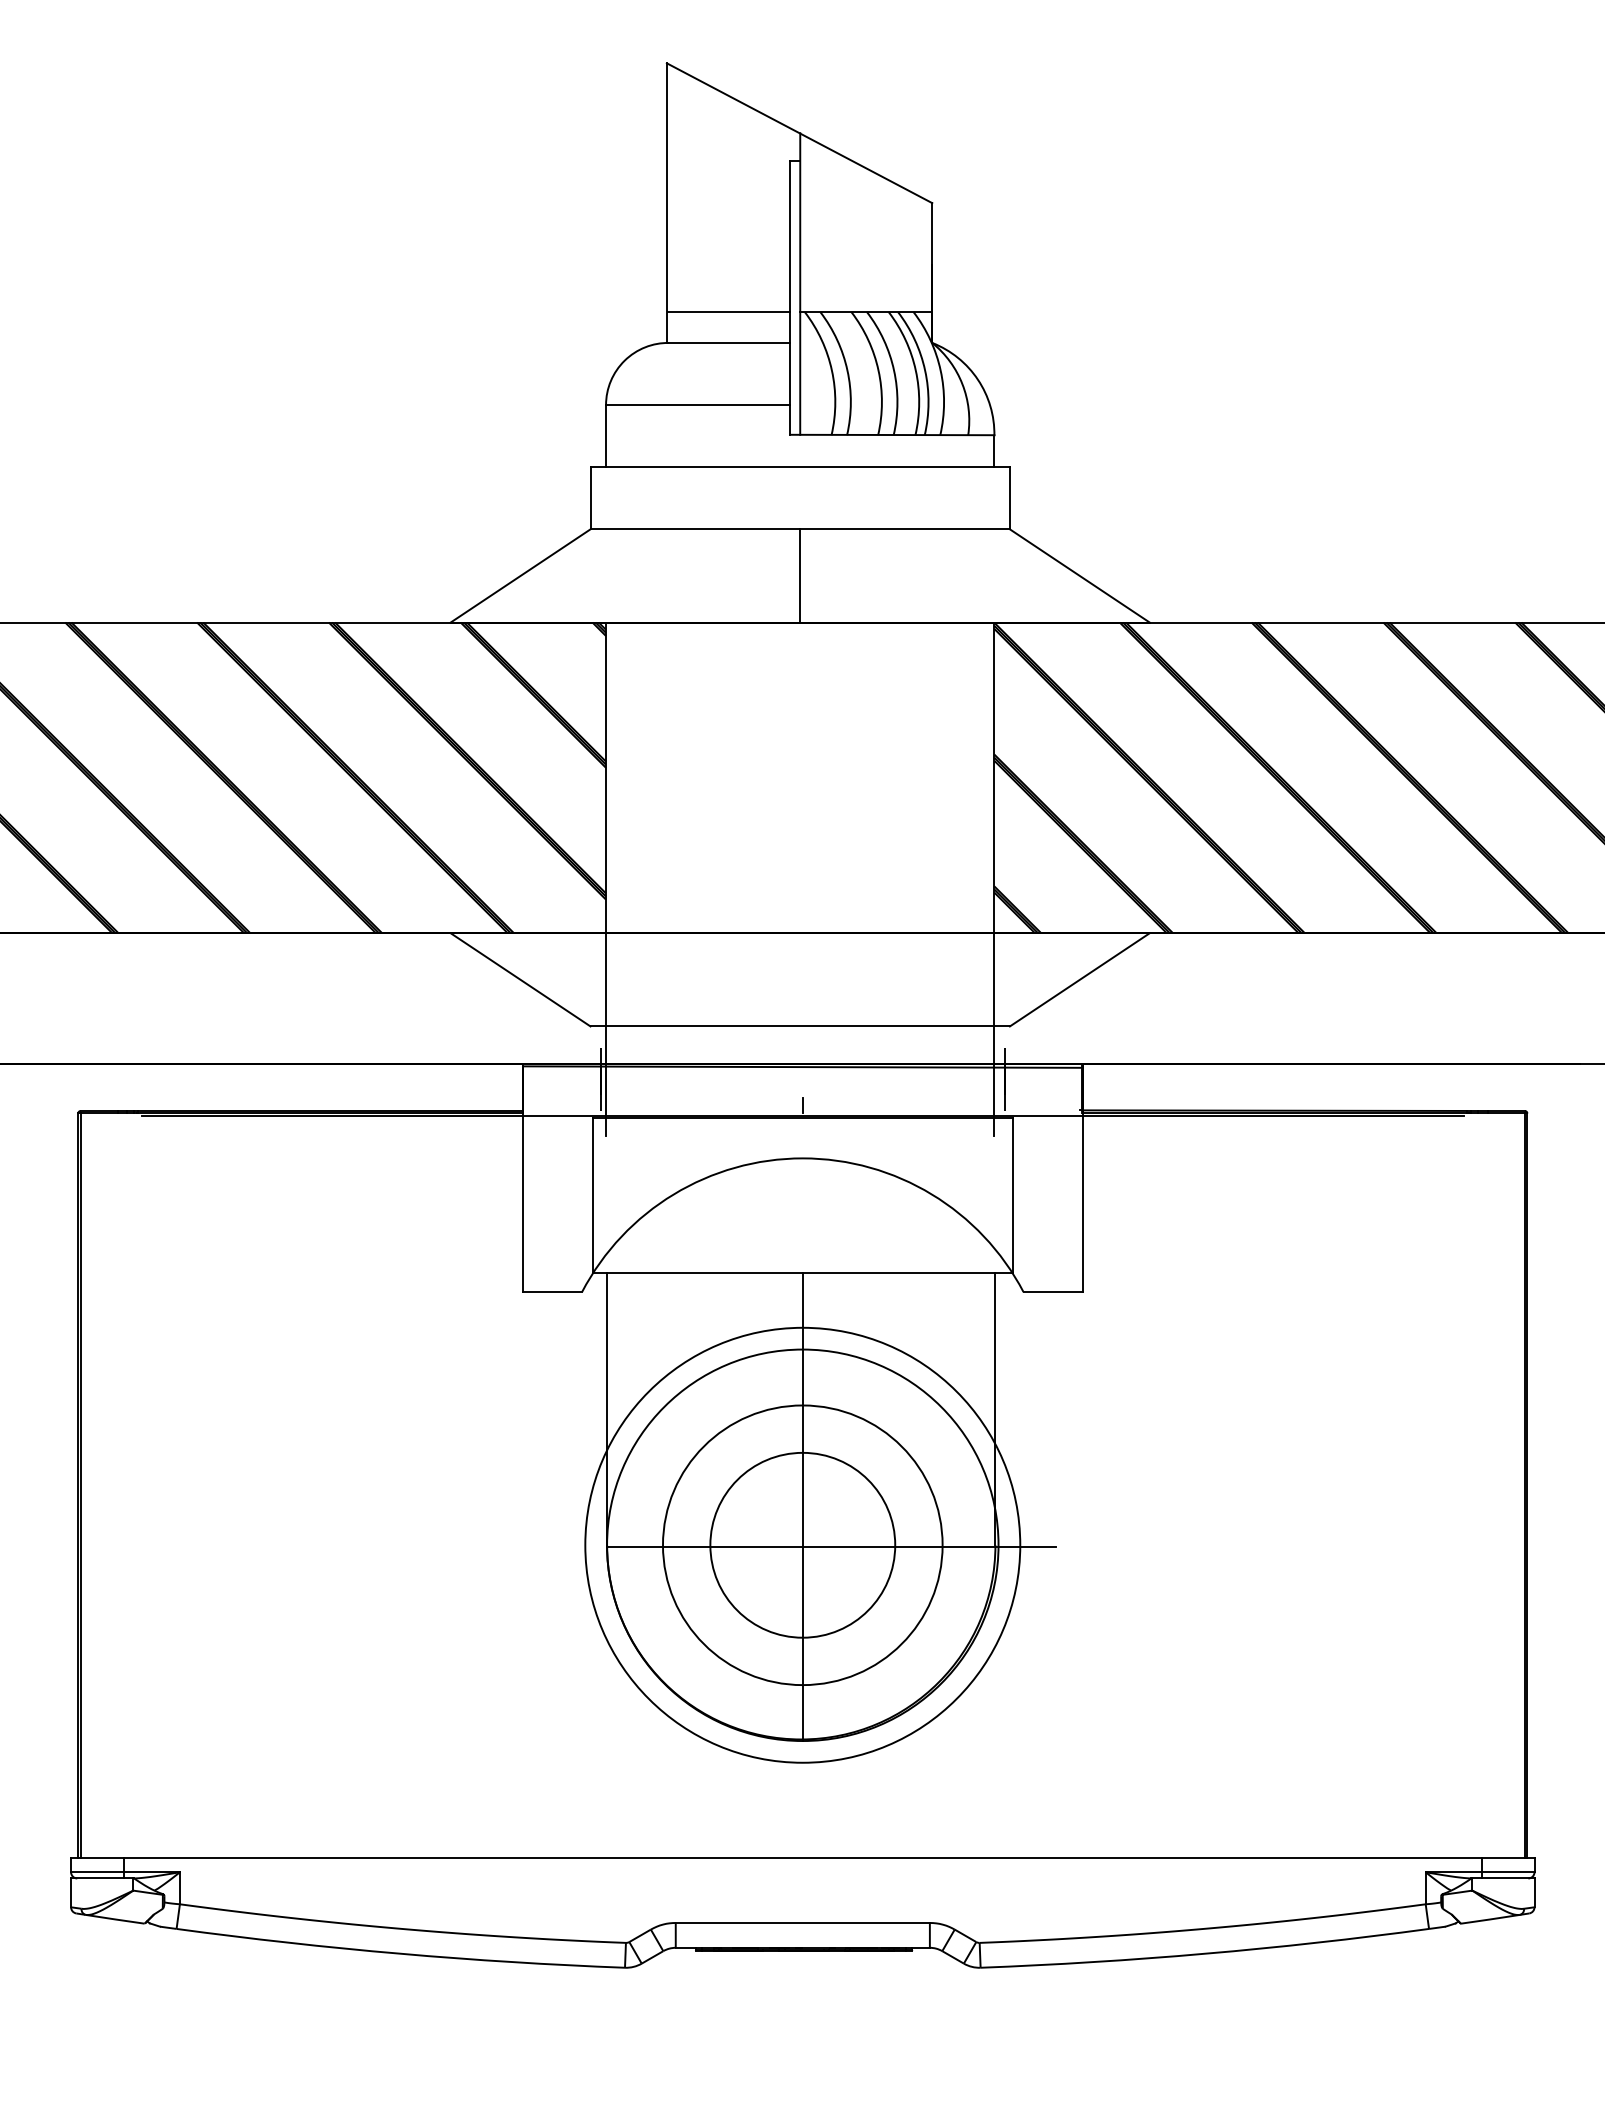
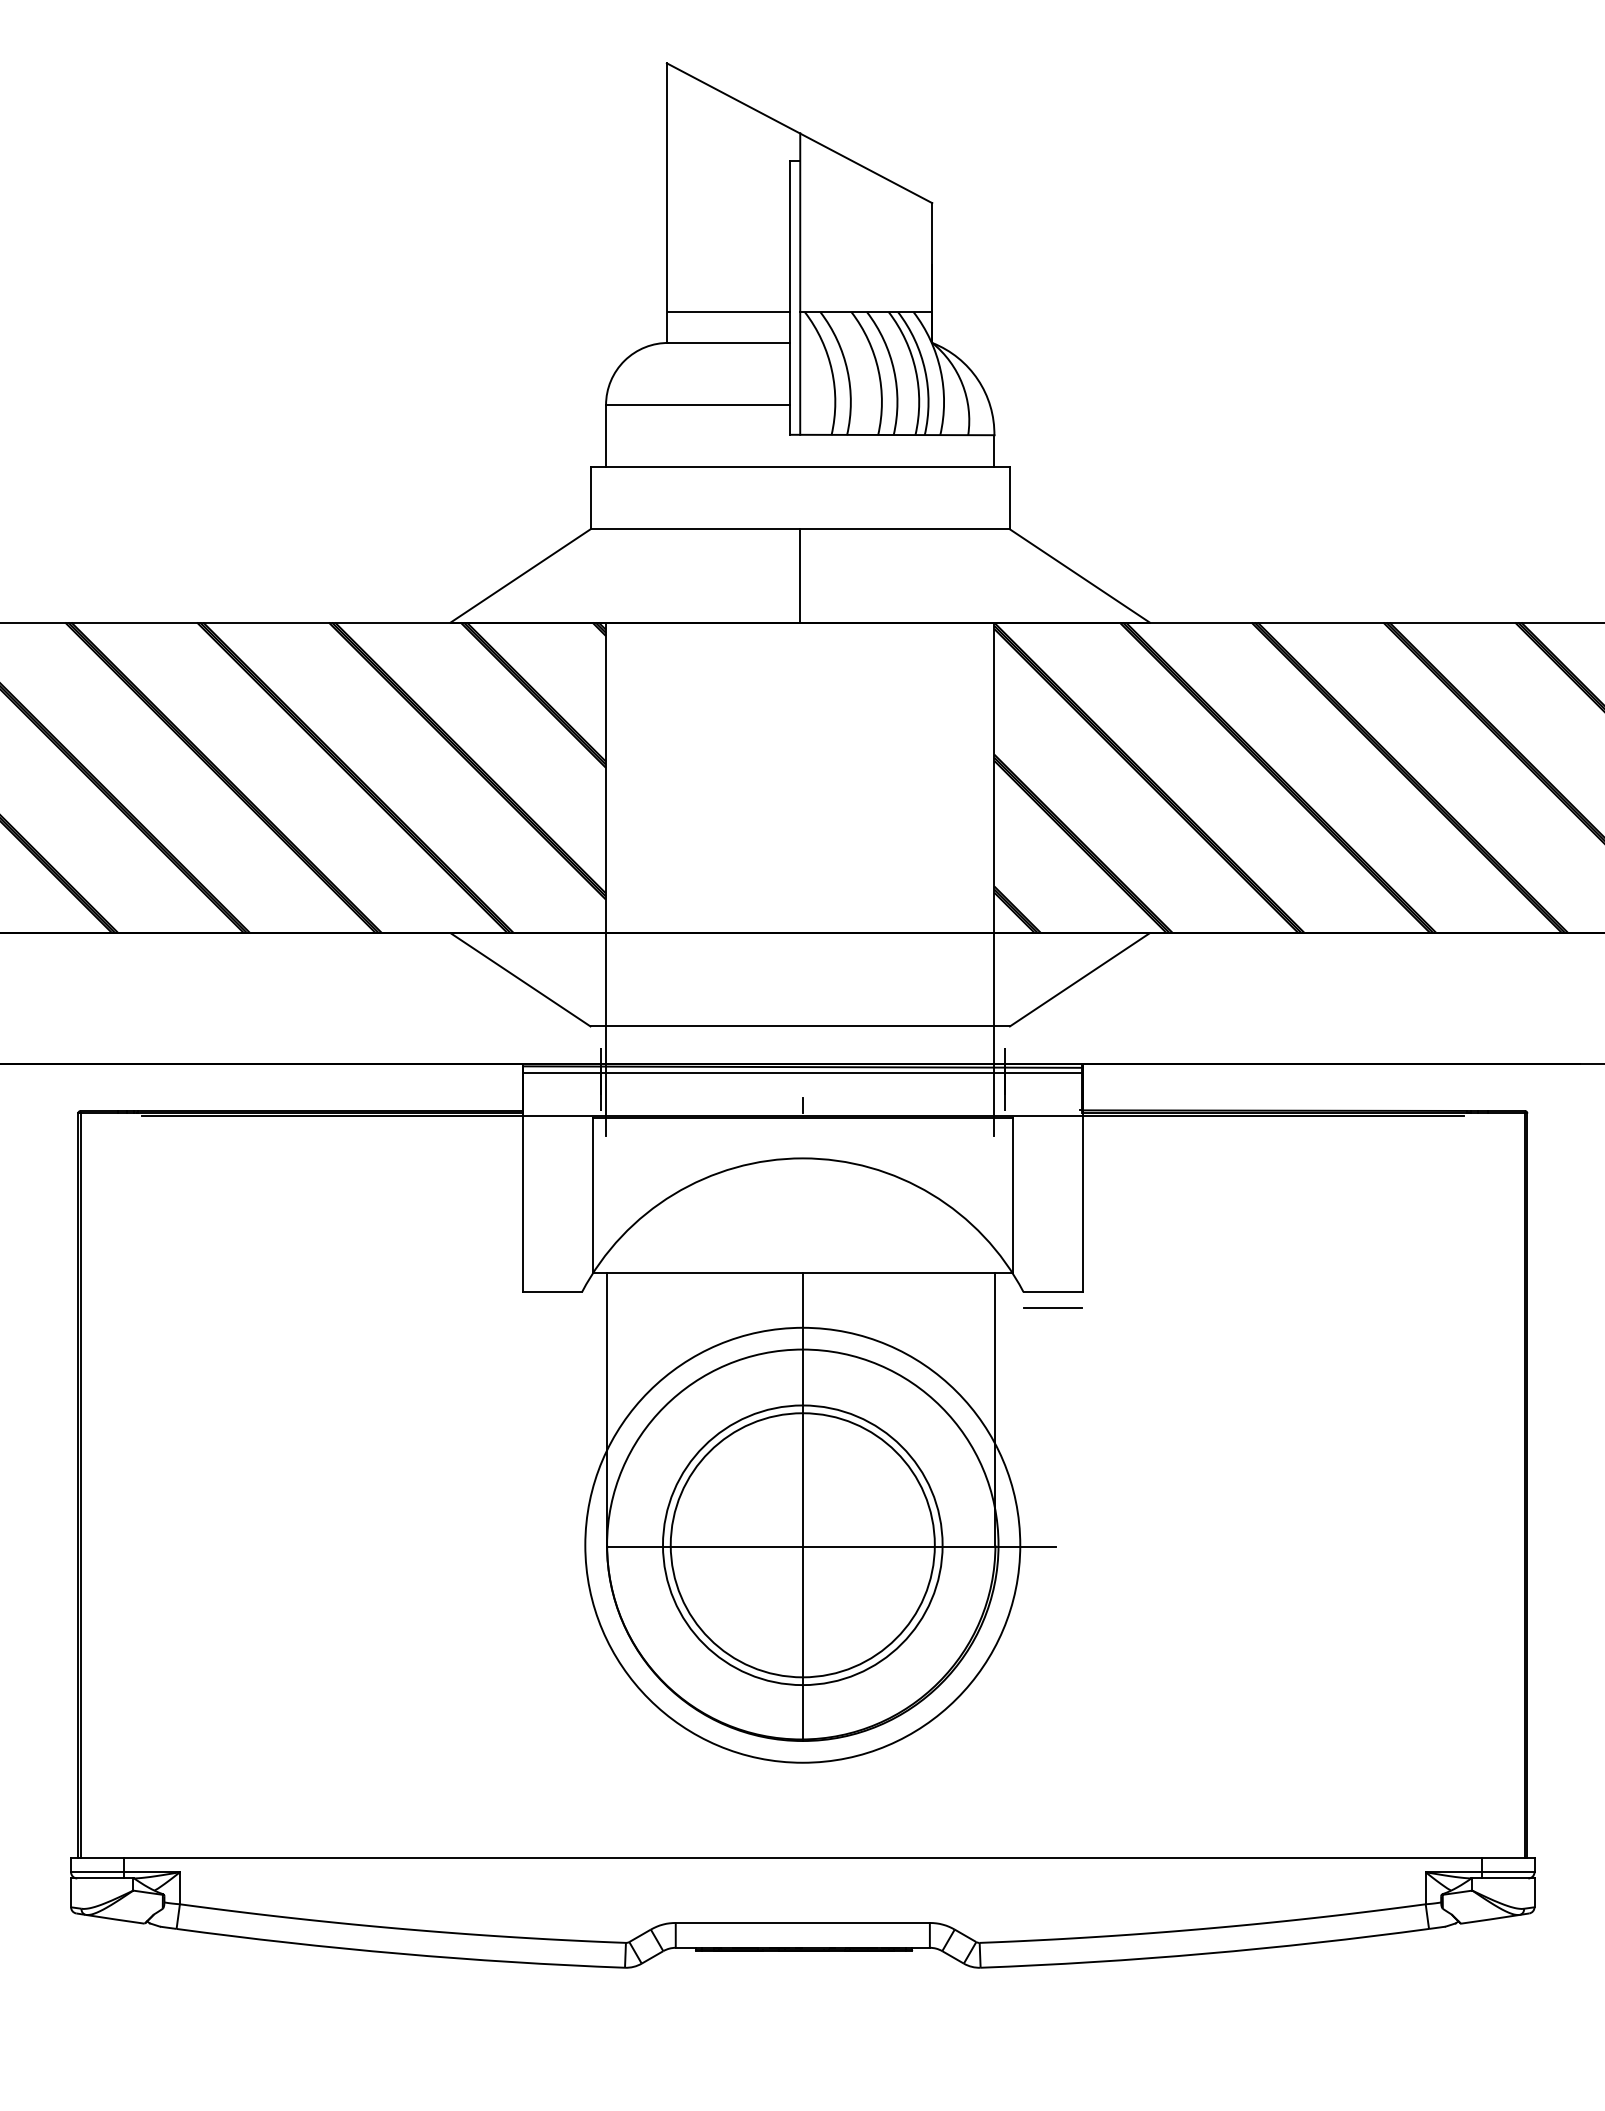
line at (802, 1073): none -> present
line at (1052, 1307): none -> present
circle at (802, 1544) diameter: 185 px -> 264 px
